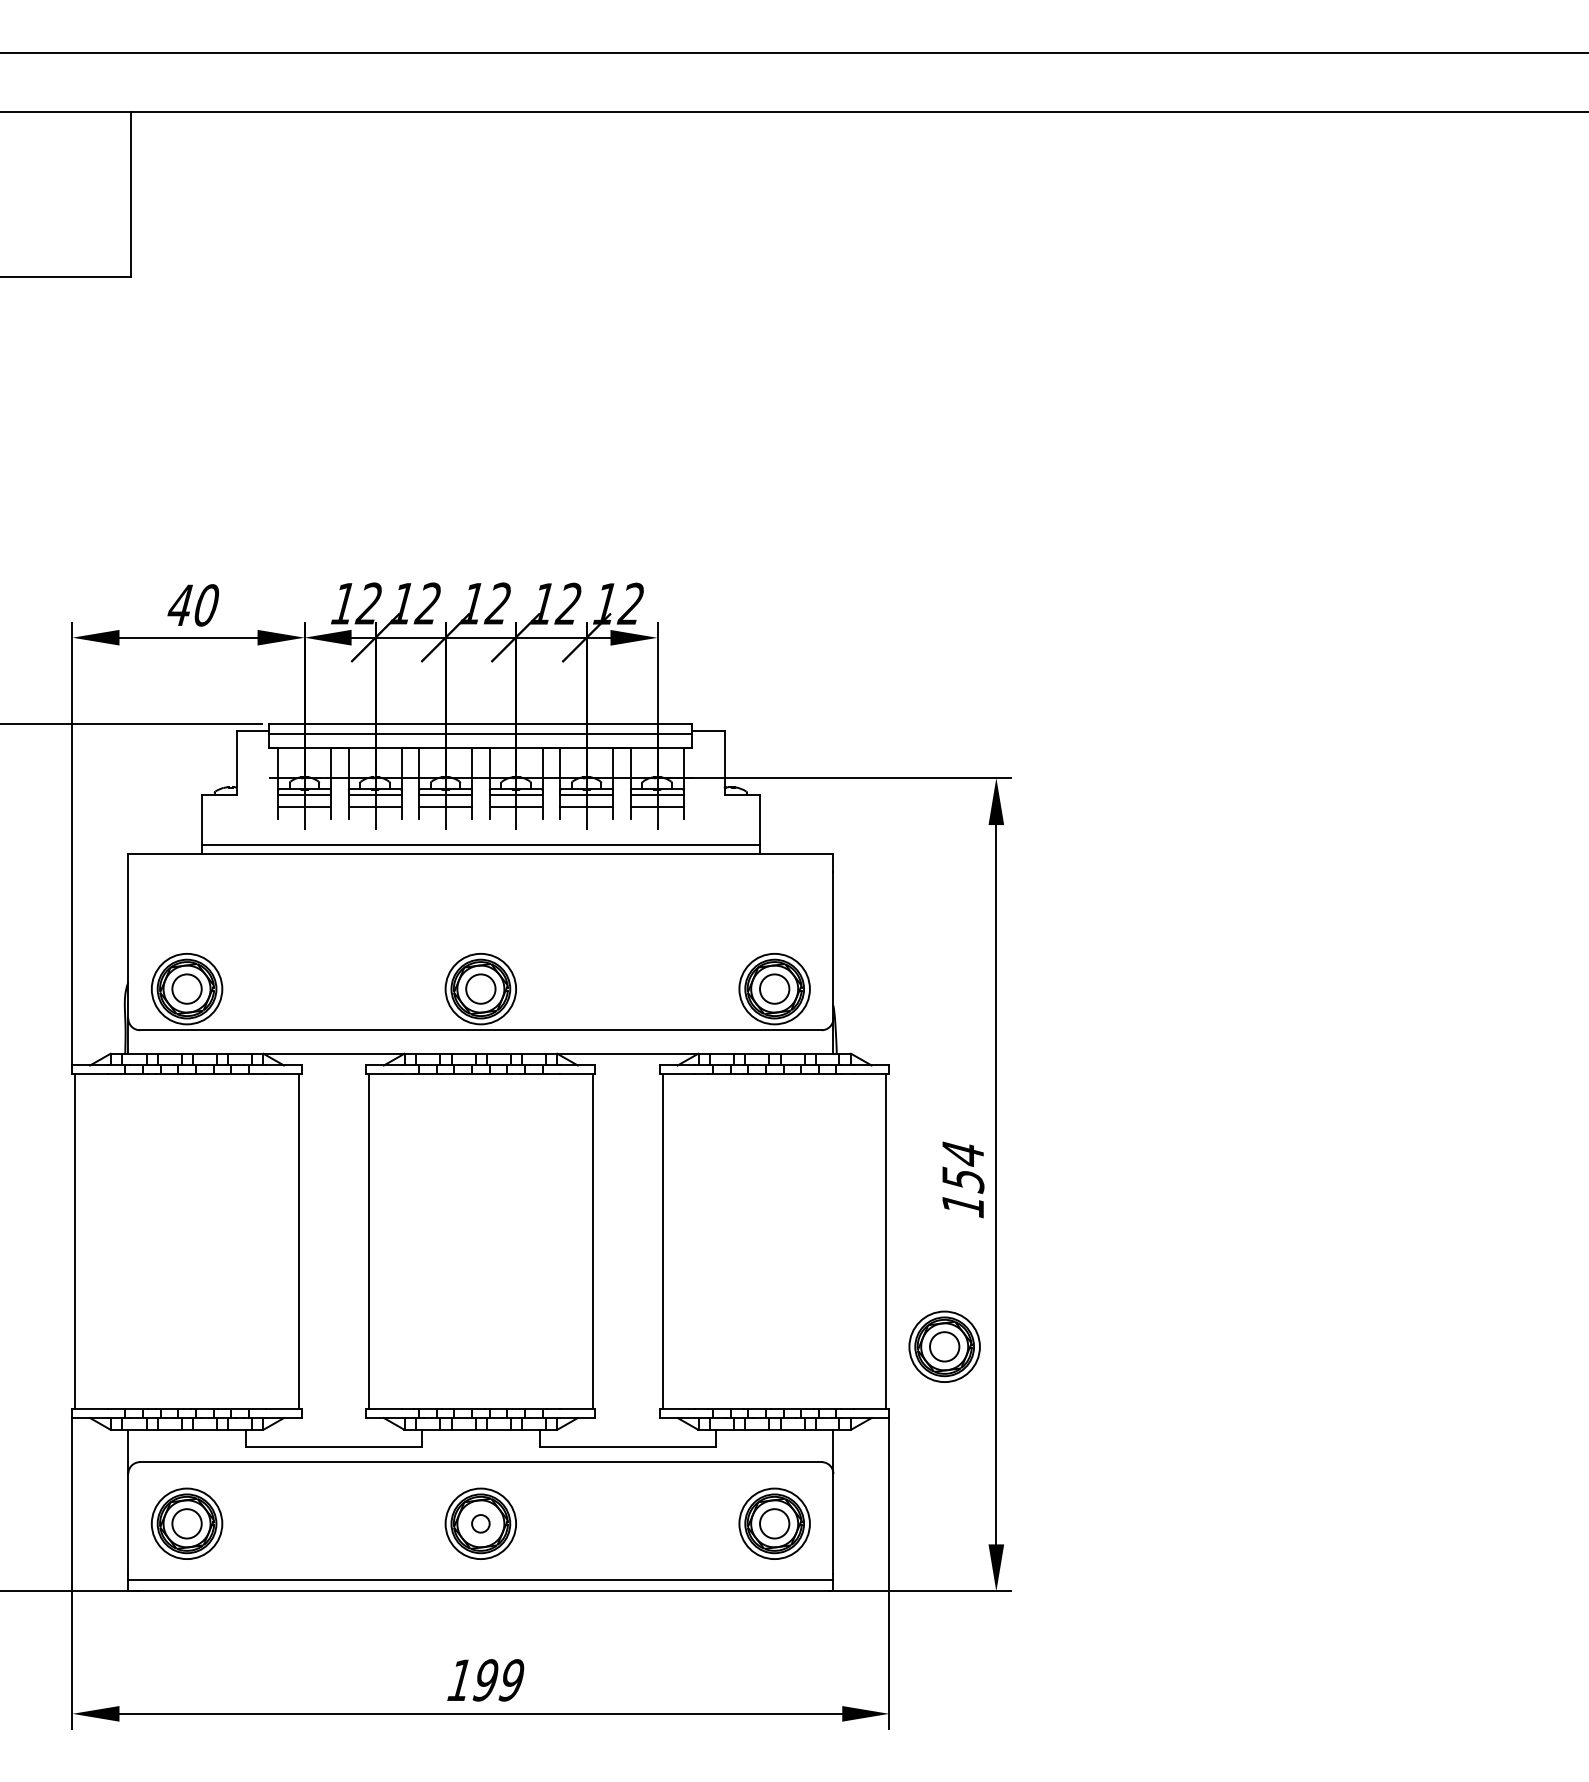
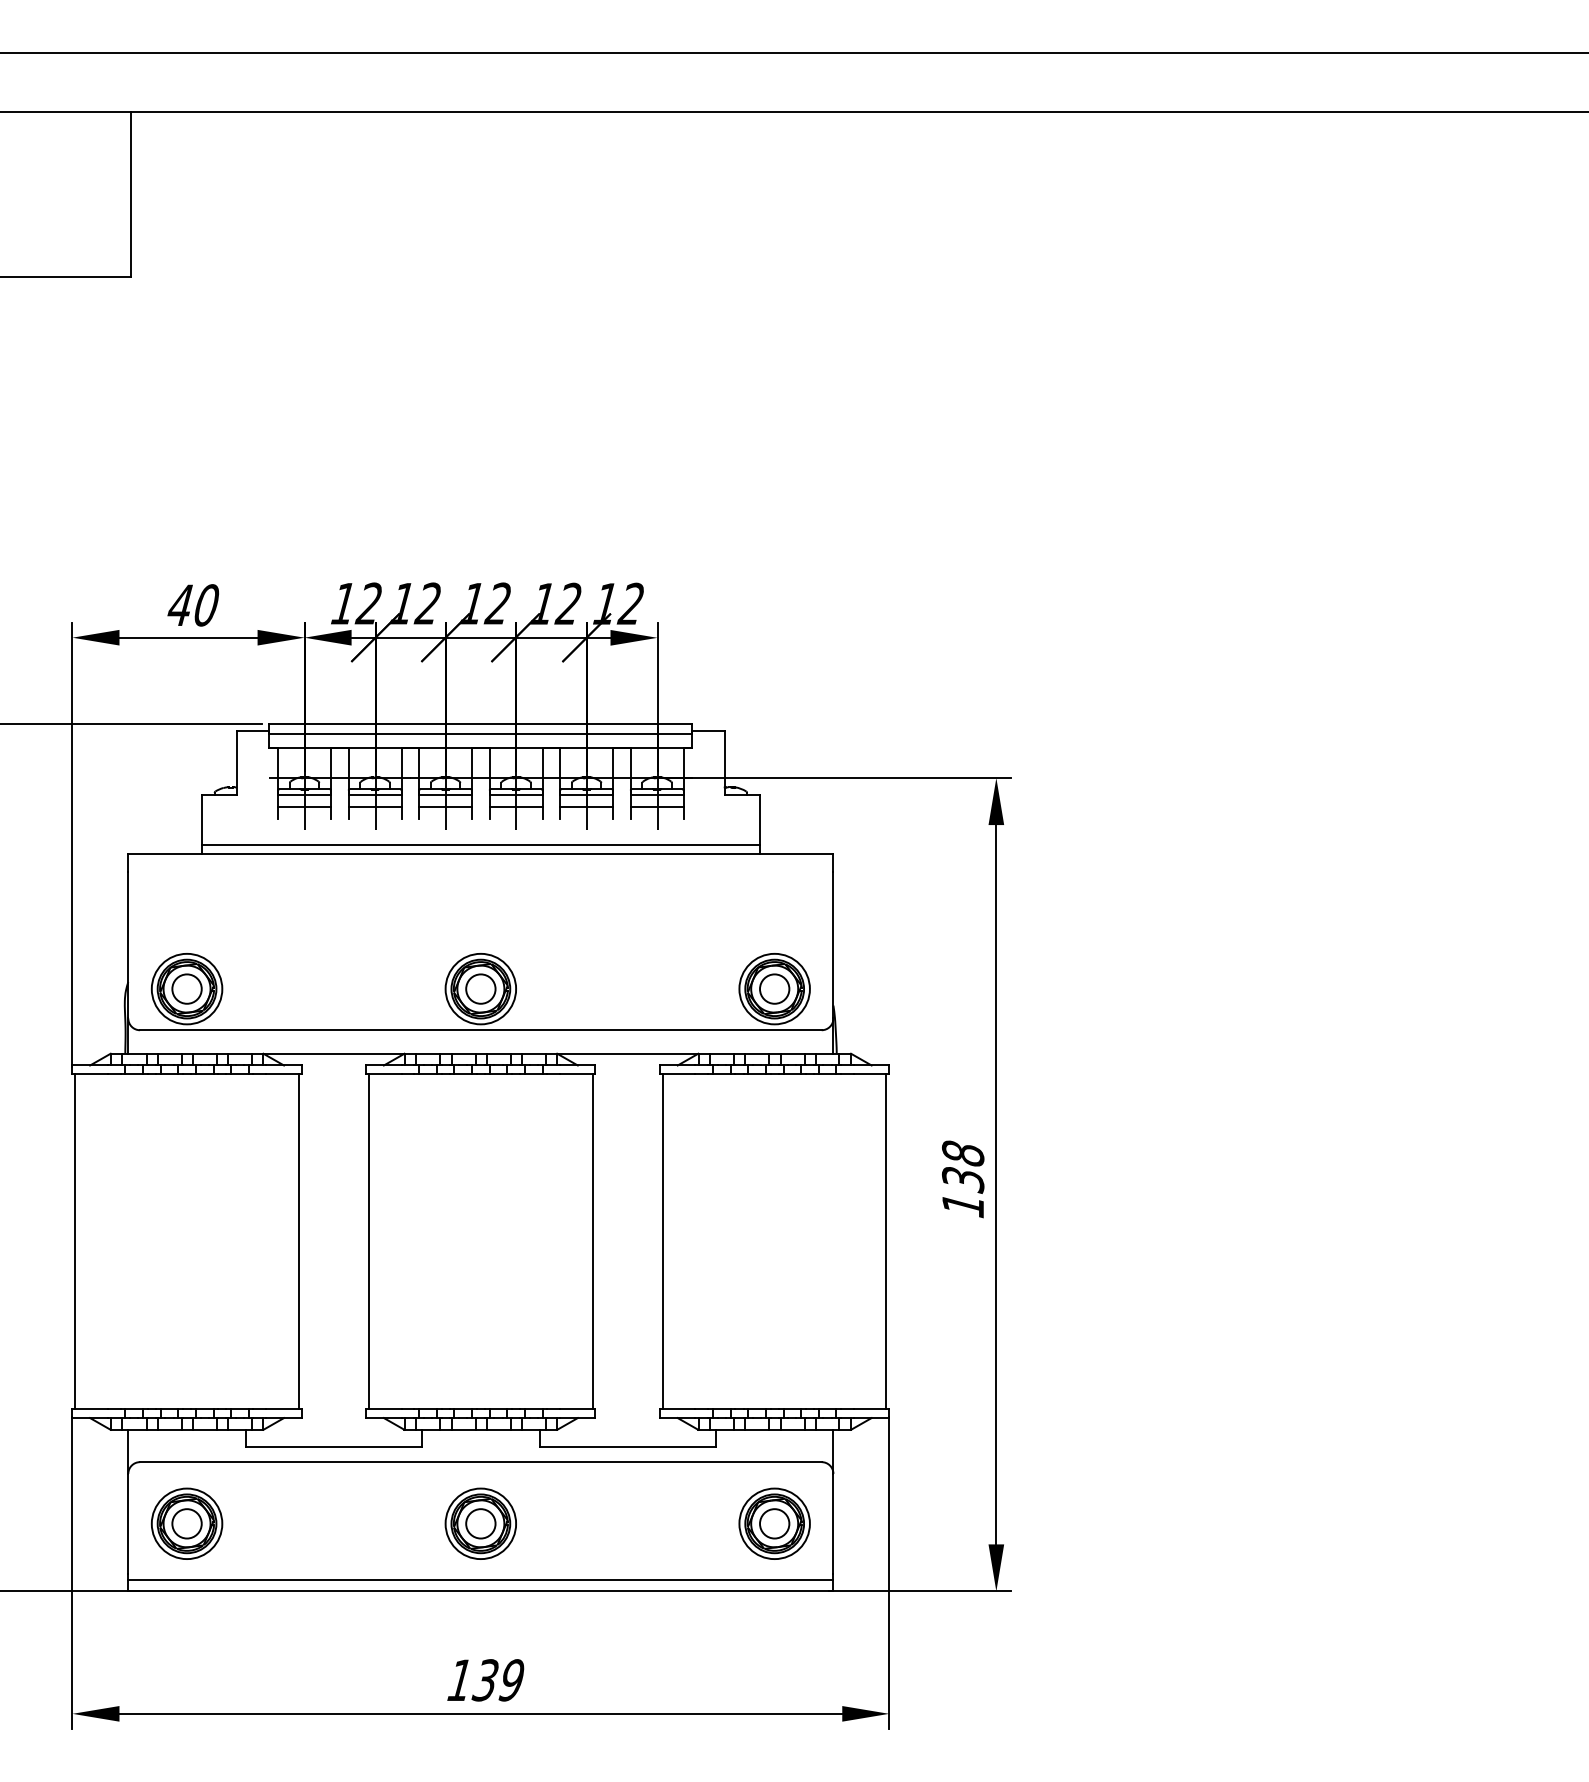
text at (962, 1166): 154 -> 138
part at (944, 1346): present -> none
circle at (480, 1523) diameter: 18 px -> 29 px
text at (484, 1680): 199 -> 139
